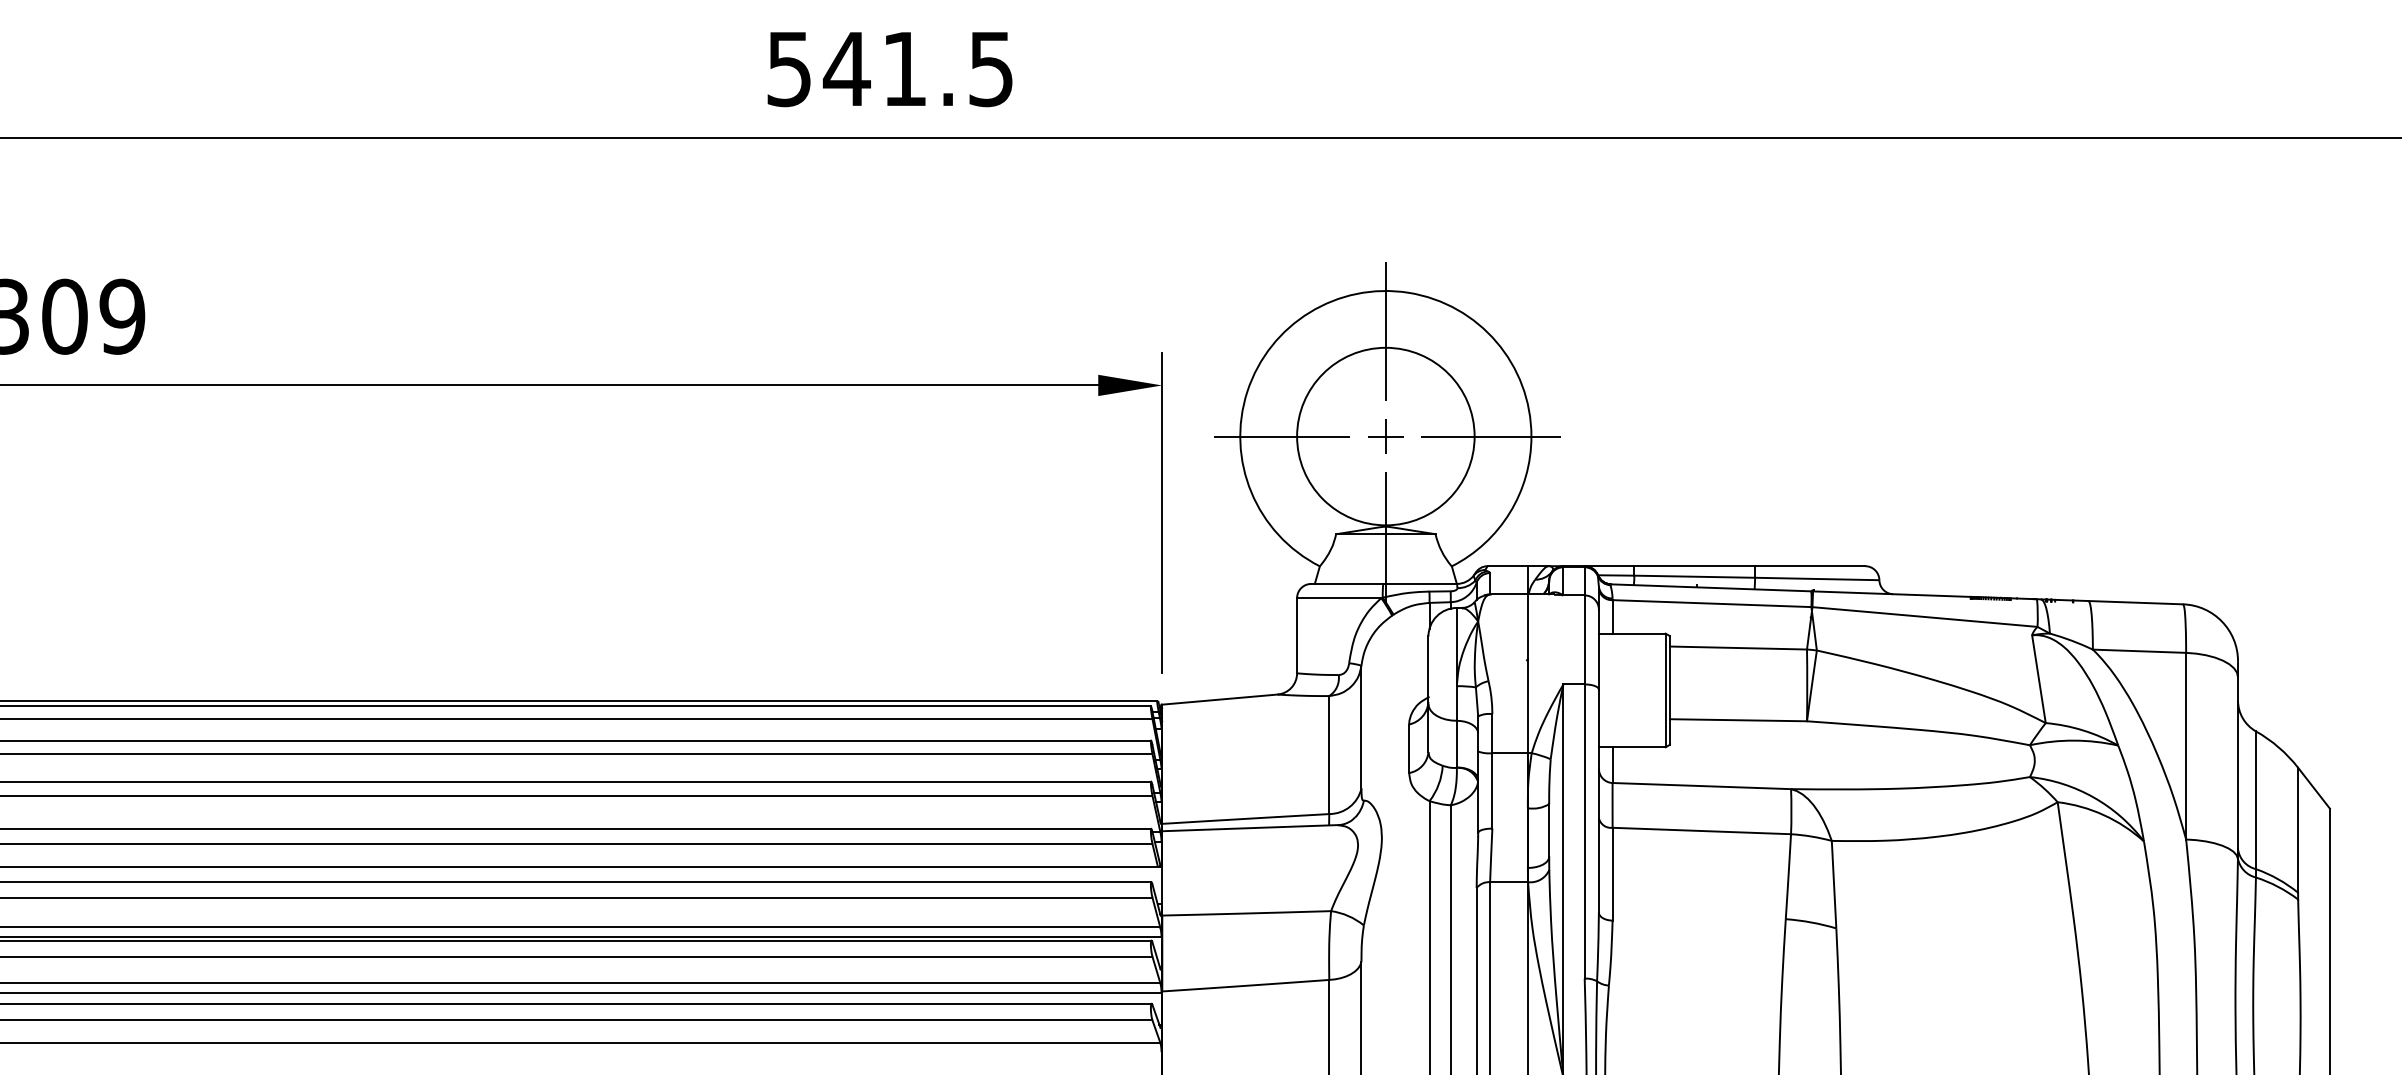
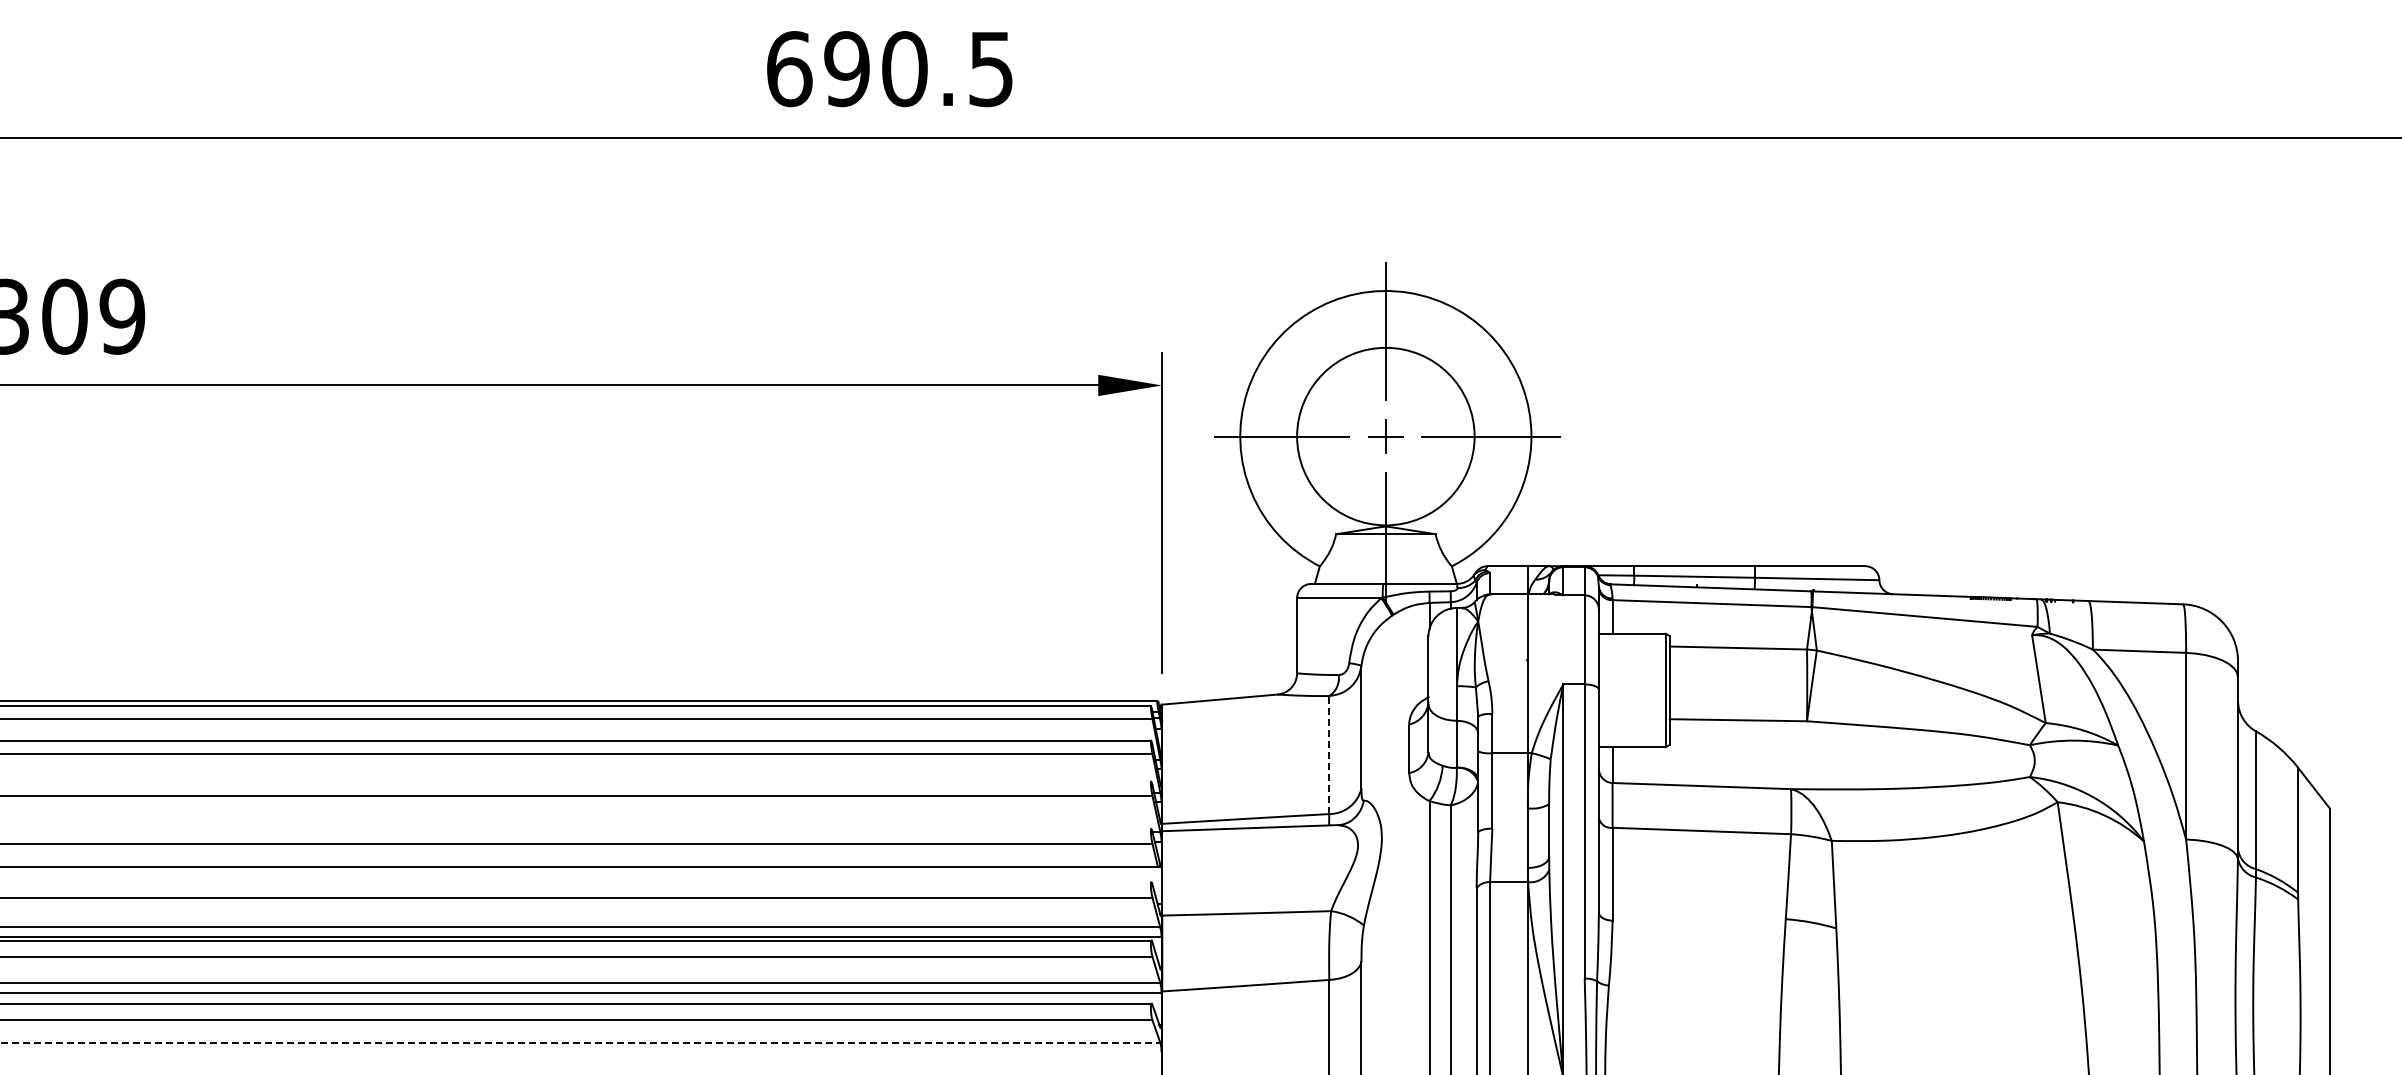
text at (847, 69): 541.5 -> 690.5
line at (1329, 754): solid -> dashed
line at (576, 781): present -> none
line at (576, 828): present -> none
line at (576, 882): present -> none
line at (580, 1042): solid -> dashed
